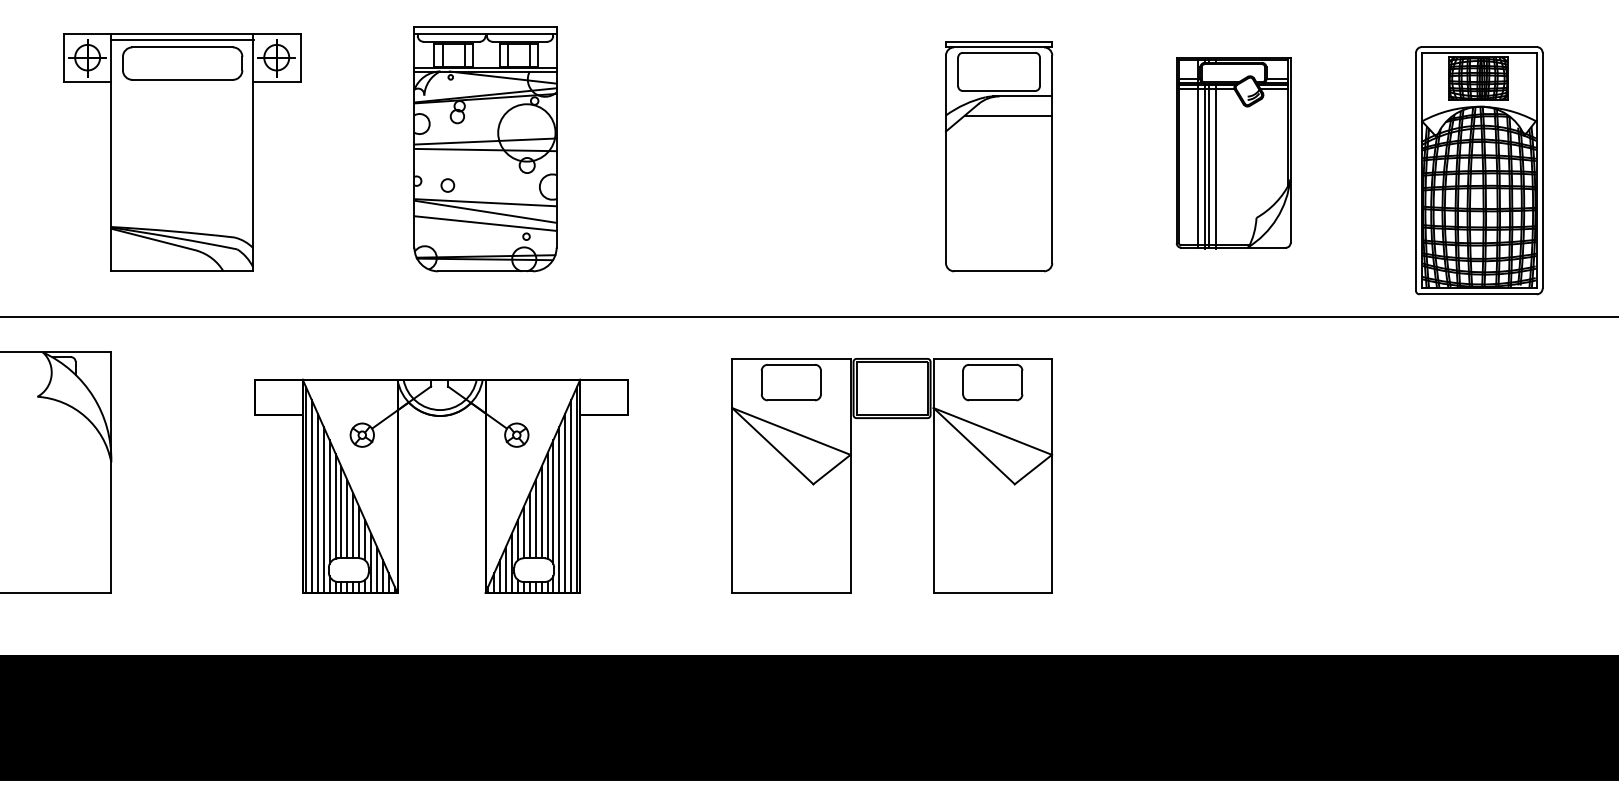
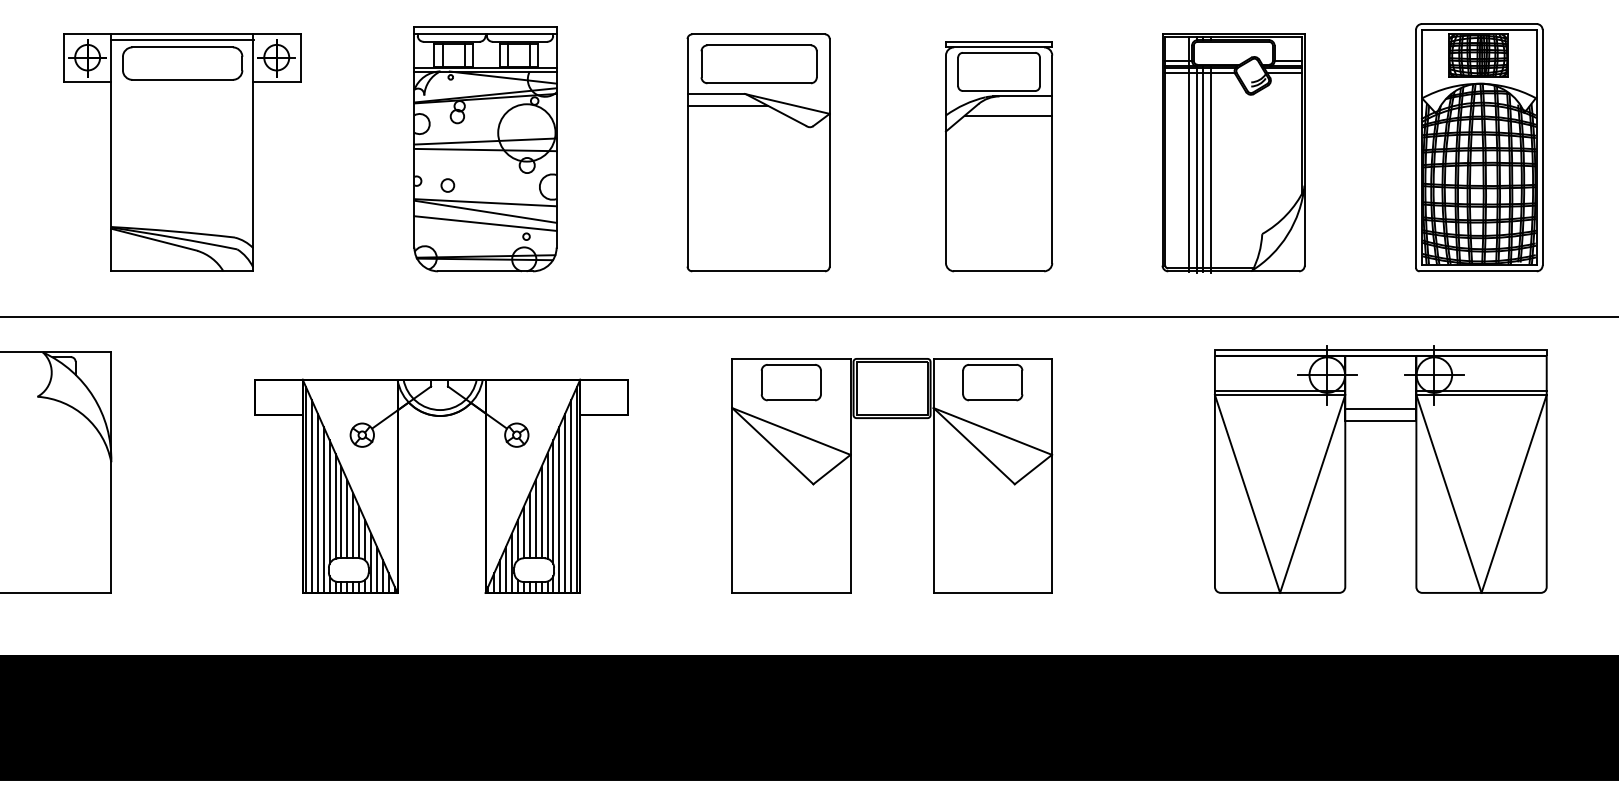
part at (758, 152): none -> present
part at (1233, 153) size: 117x193 px -> 145x241 px
part at (1479, 170) position: (1479, 170) -> (1479, 147)
part at (1346, 469): none -> present
